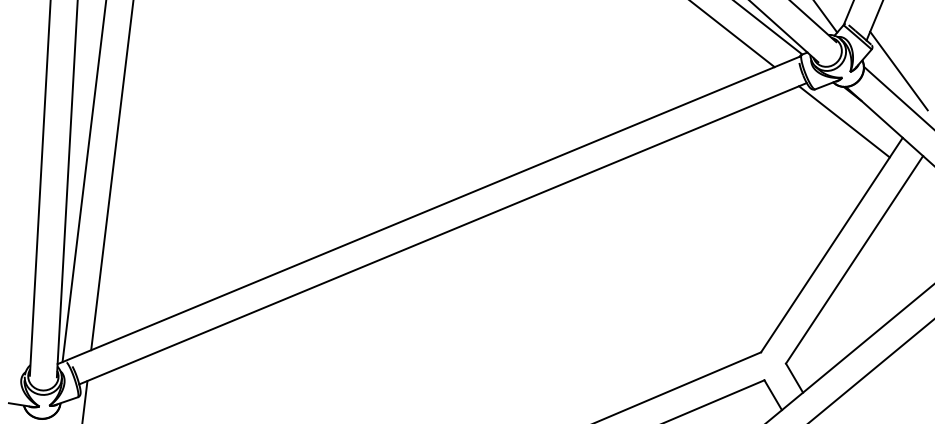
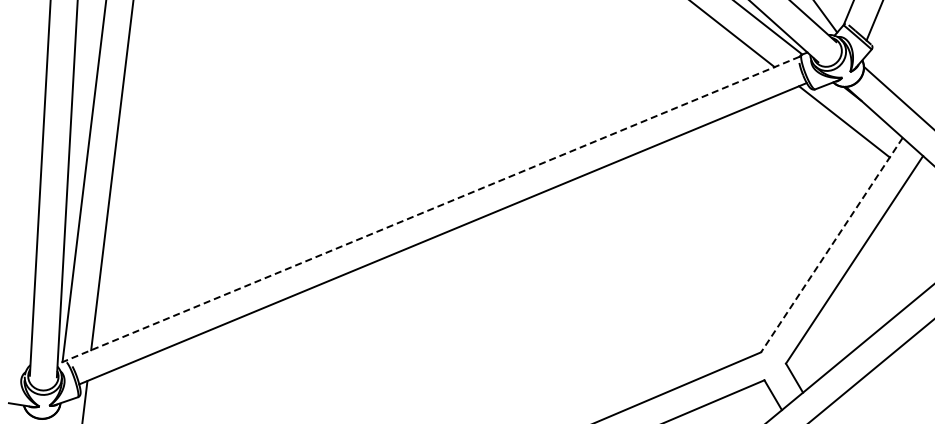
line at (898, 70): present -> none
line at (428, 210): solid -> dashed
line at (831, 245): solid -> dashed
